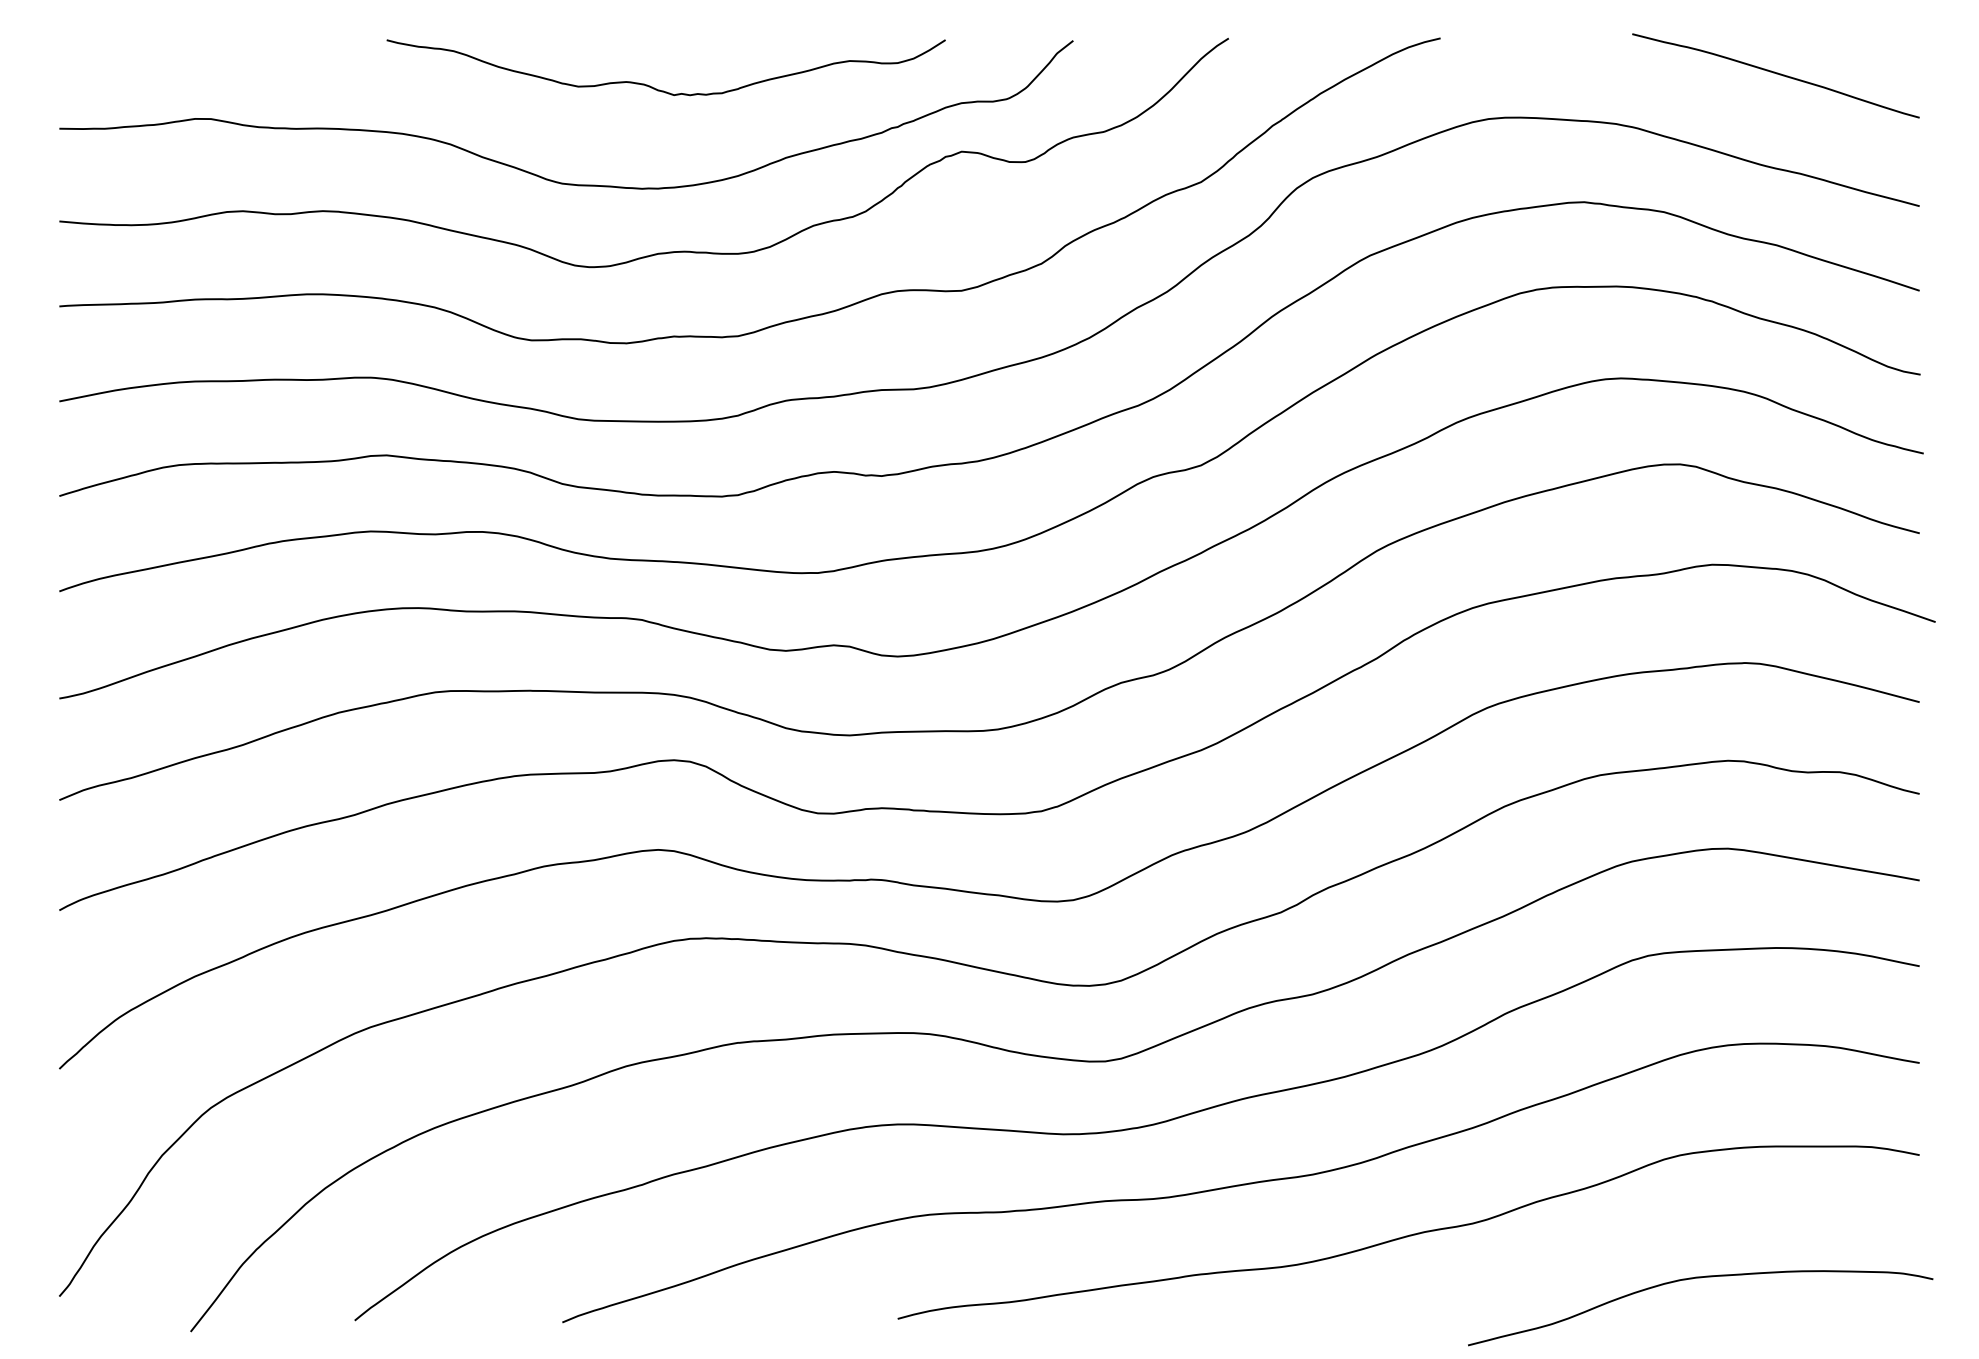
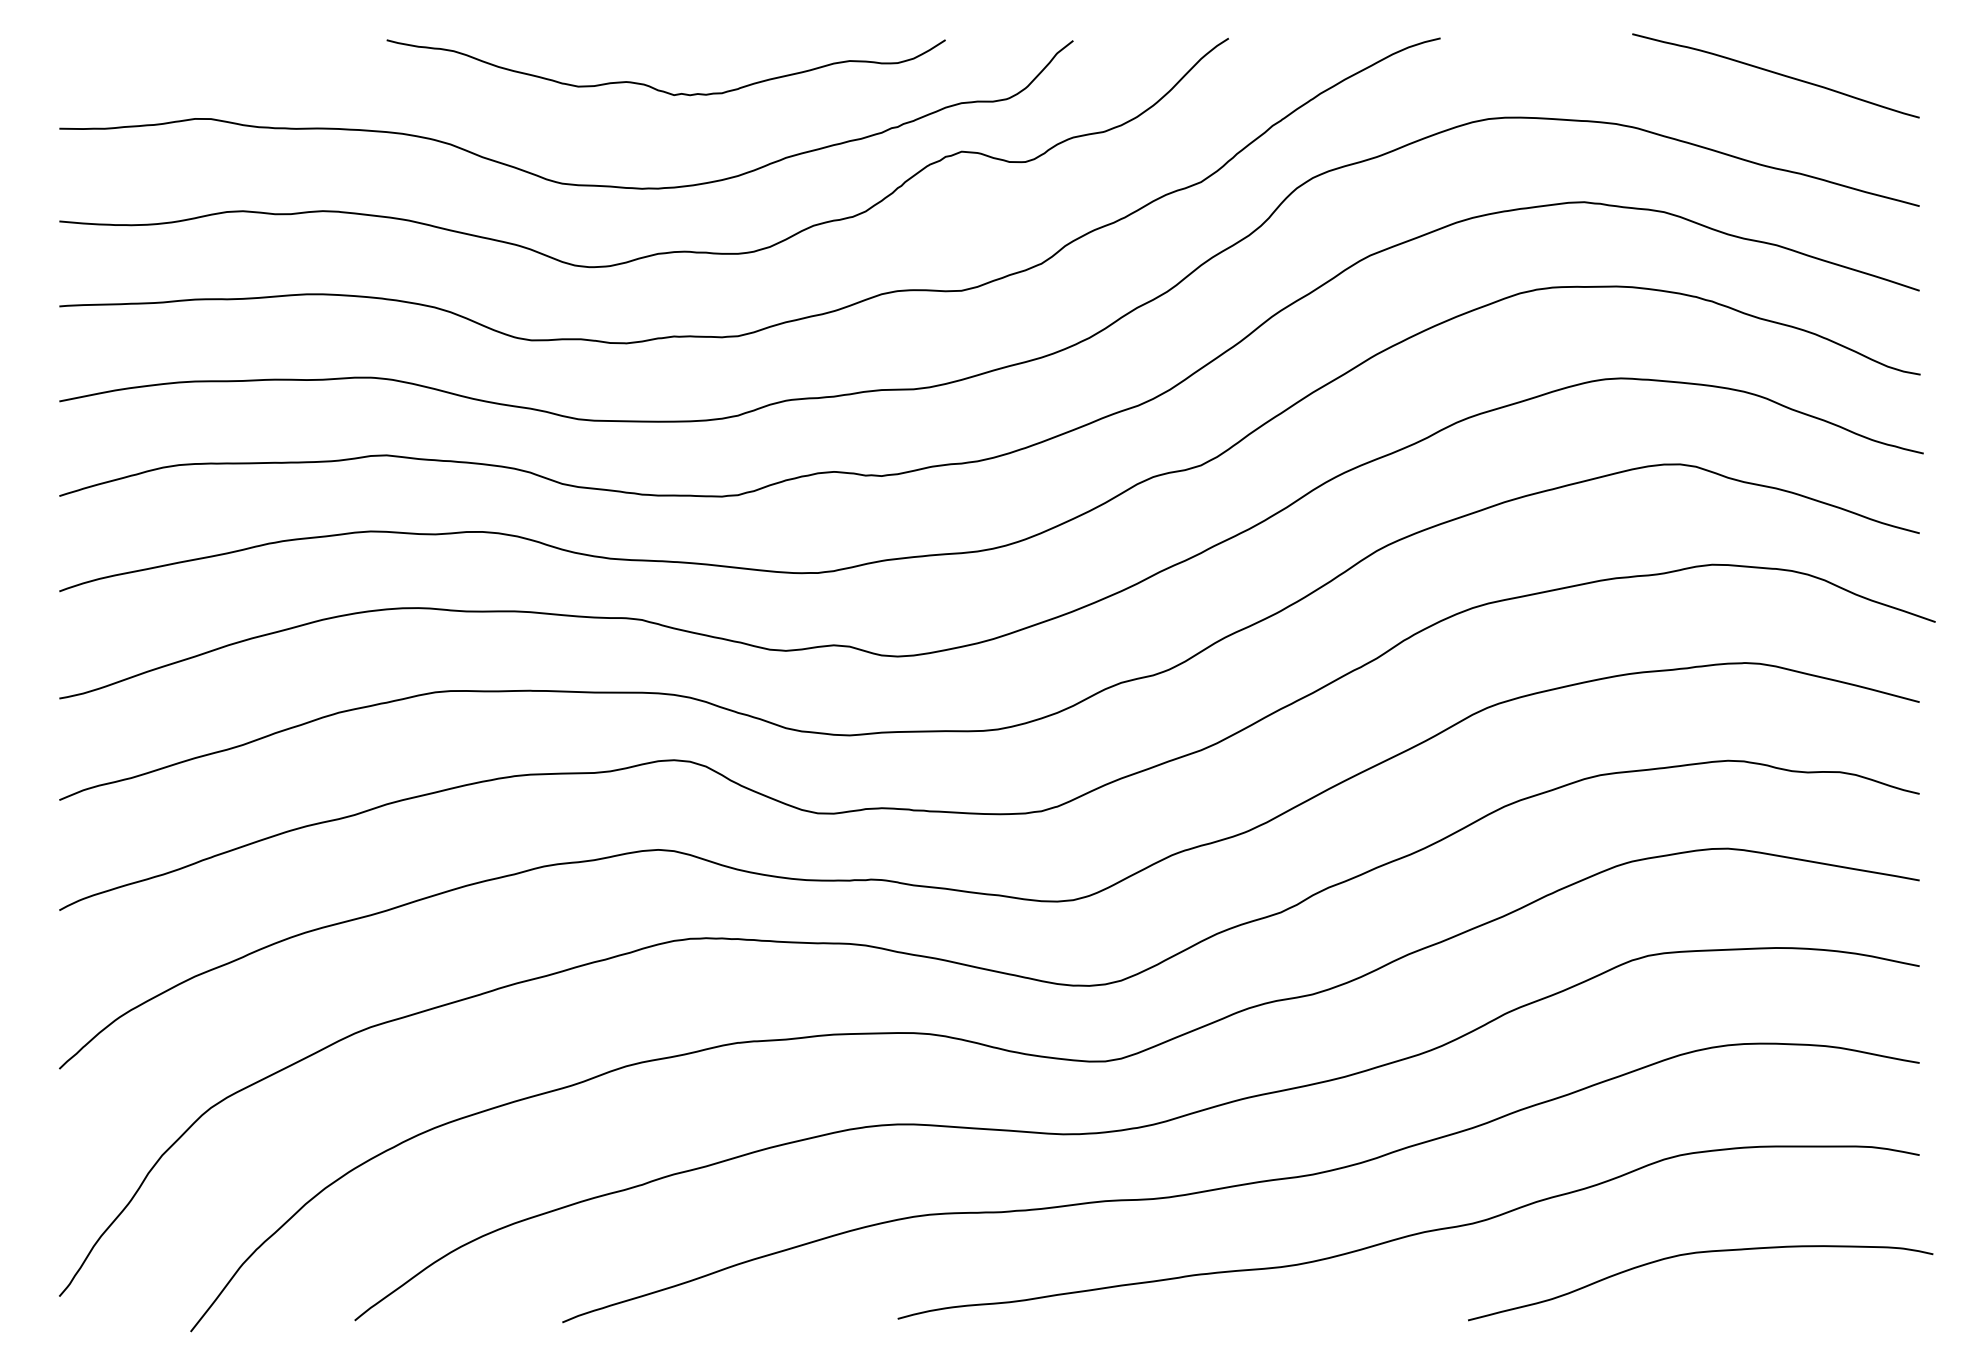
curve at (1700, 1278) position: (1700, 1278) -> (1700, 1253)
